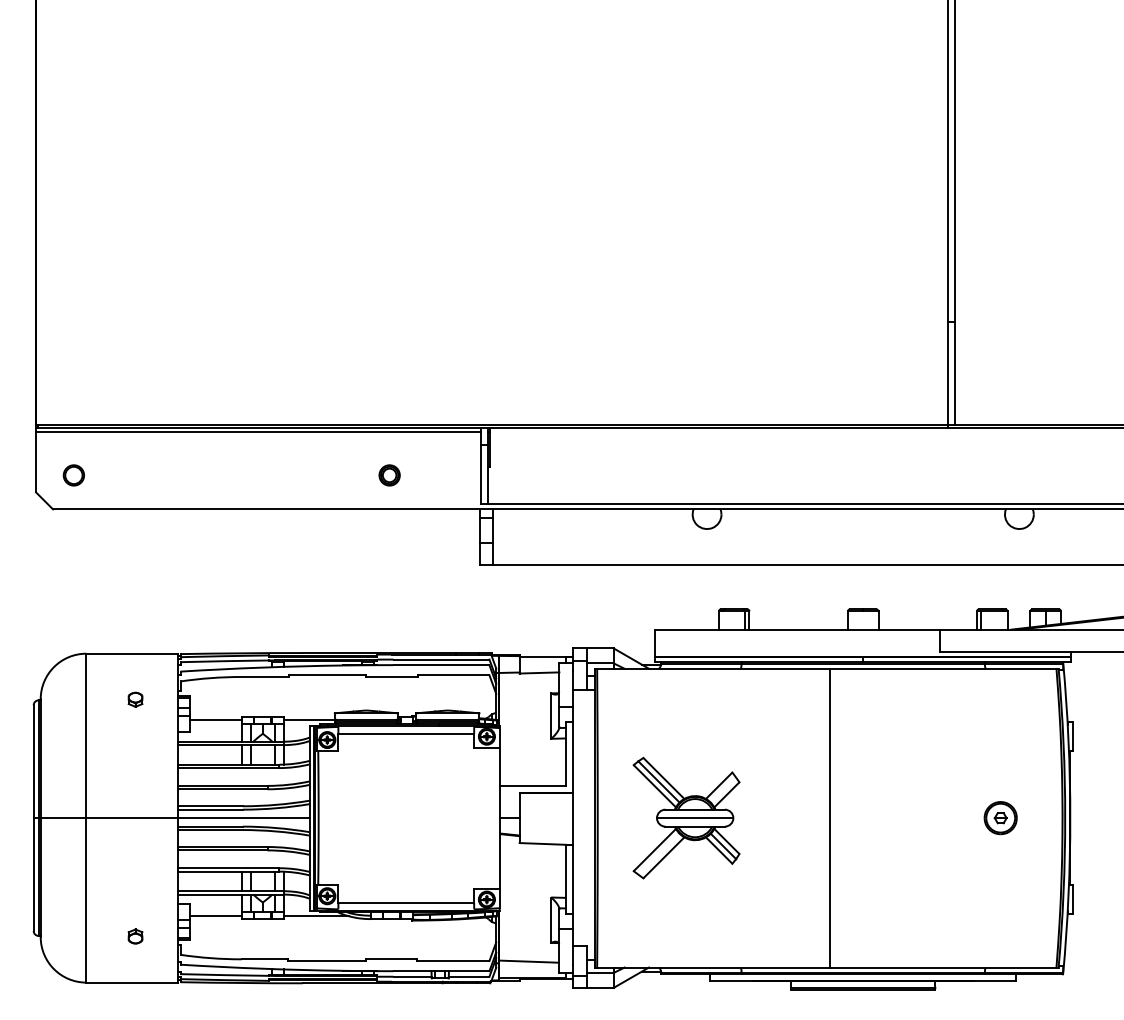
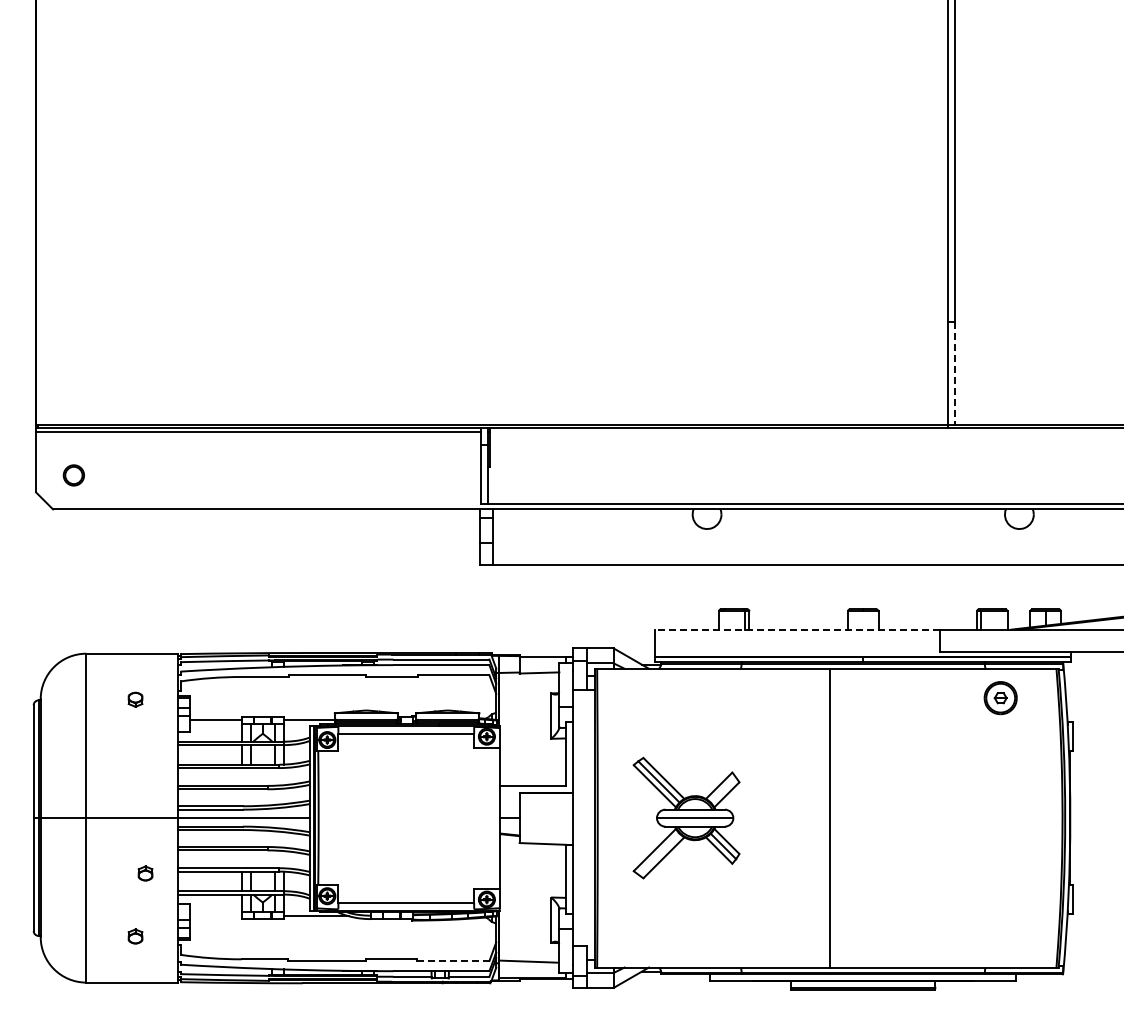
line at (954, 373): solid -> dashed
part at (389, 475): present -> none
line at (797, 629): solid -> dashed
part at (1000, 818) position: (1000, 818) -> (1000, 698)
part at (145, 873): none -> present
line at (215, 916): present -> none
line at (453, 961): solid -> dashed
